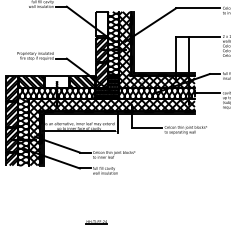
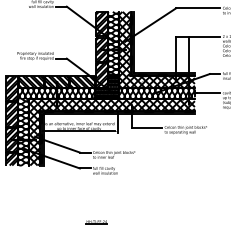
hatch at (101, 23): none -> present
hatch at (56, 81): none -> present
